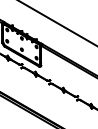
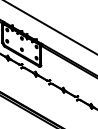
line at (57, 23) position: (57, 23) -> (50, 27)
